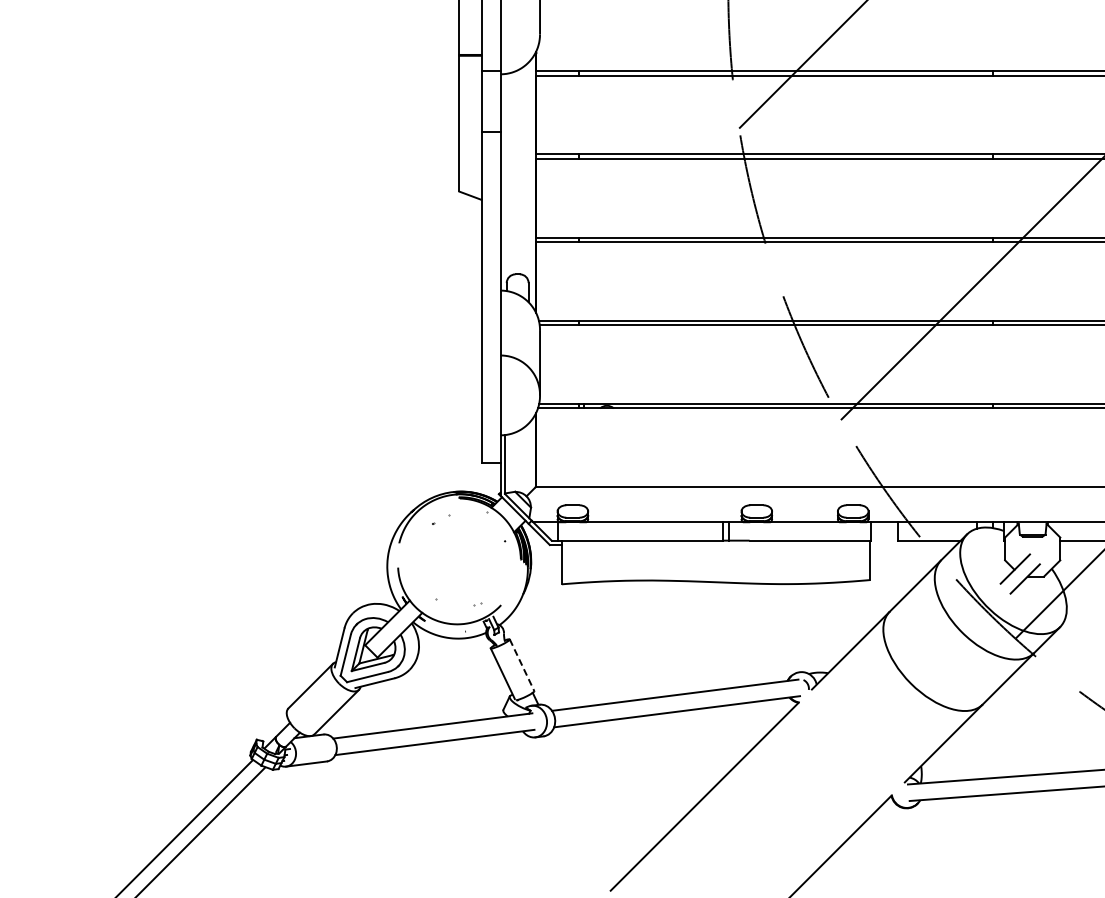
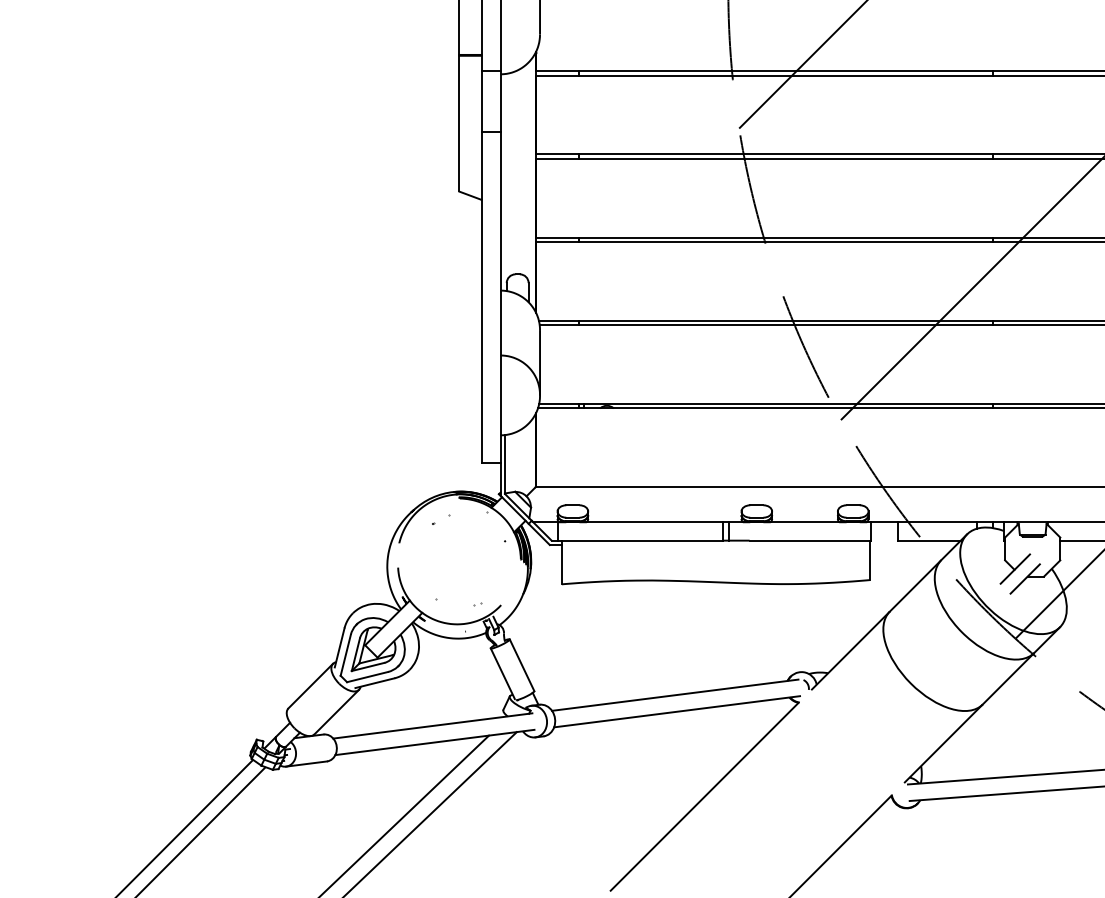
line at (522, 665): dashed -> solid
line at (430, 813): none -> present
line at (405, 814): none -> present
